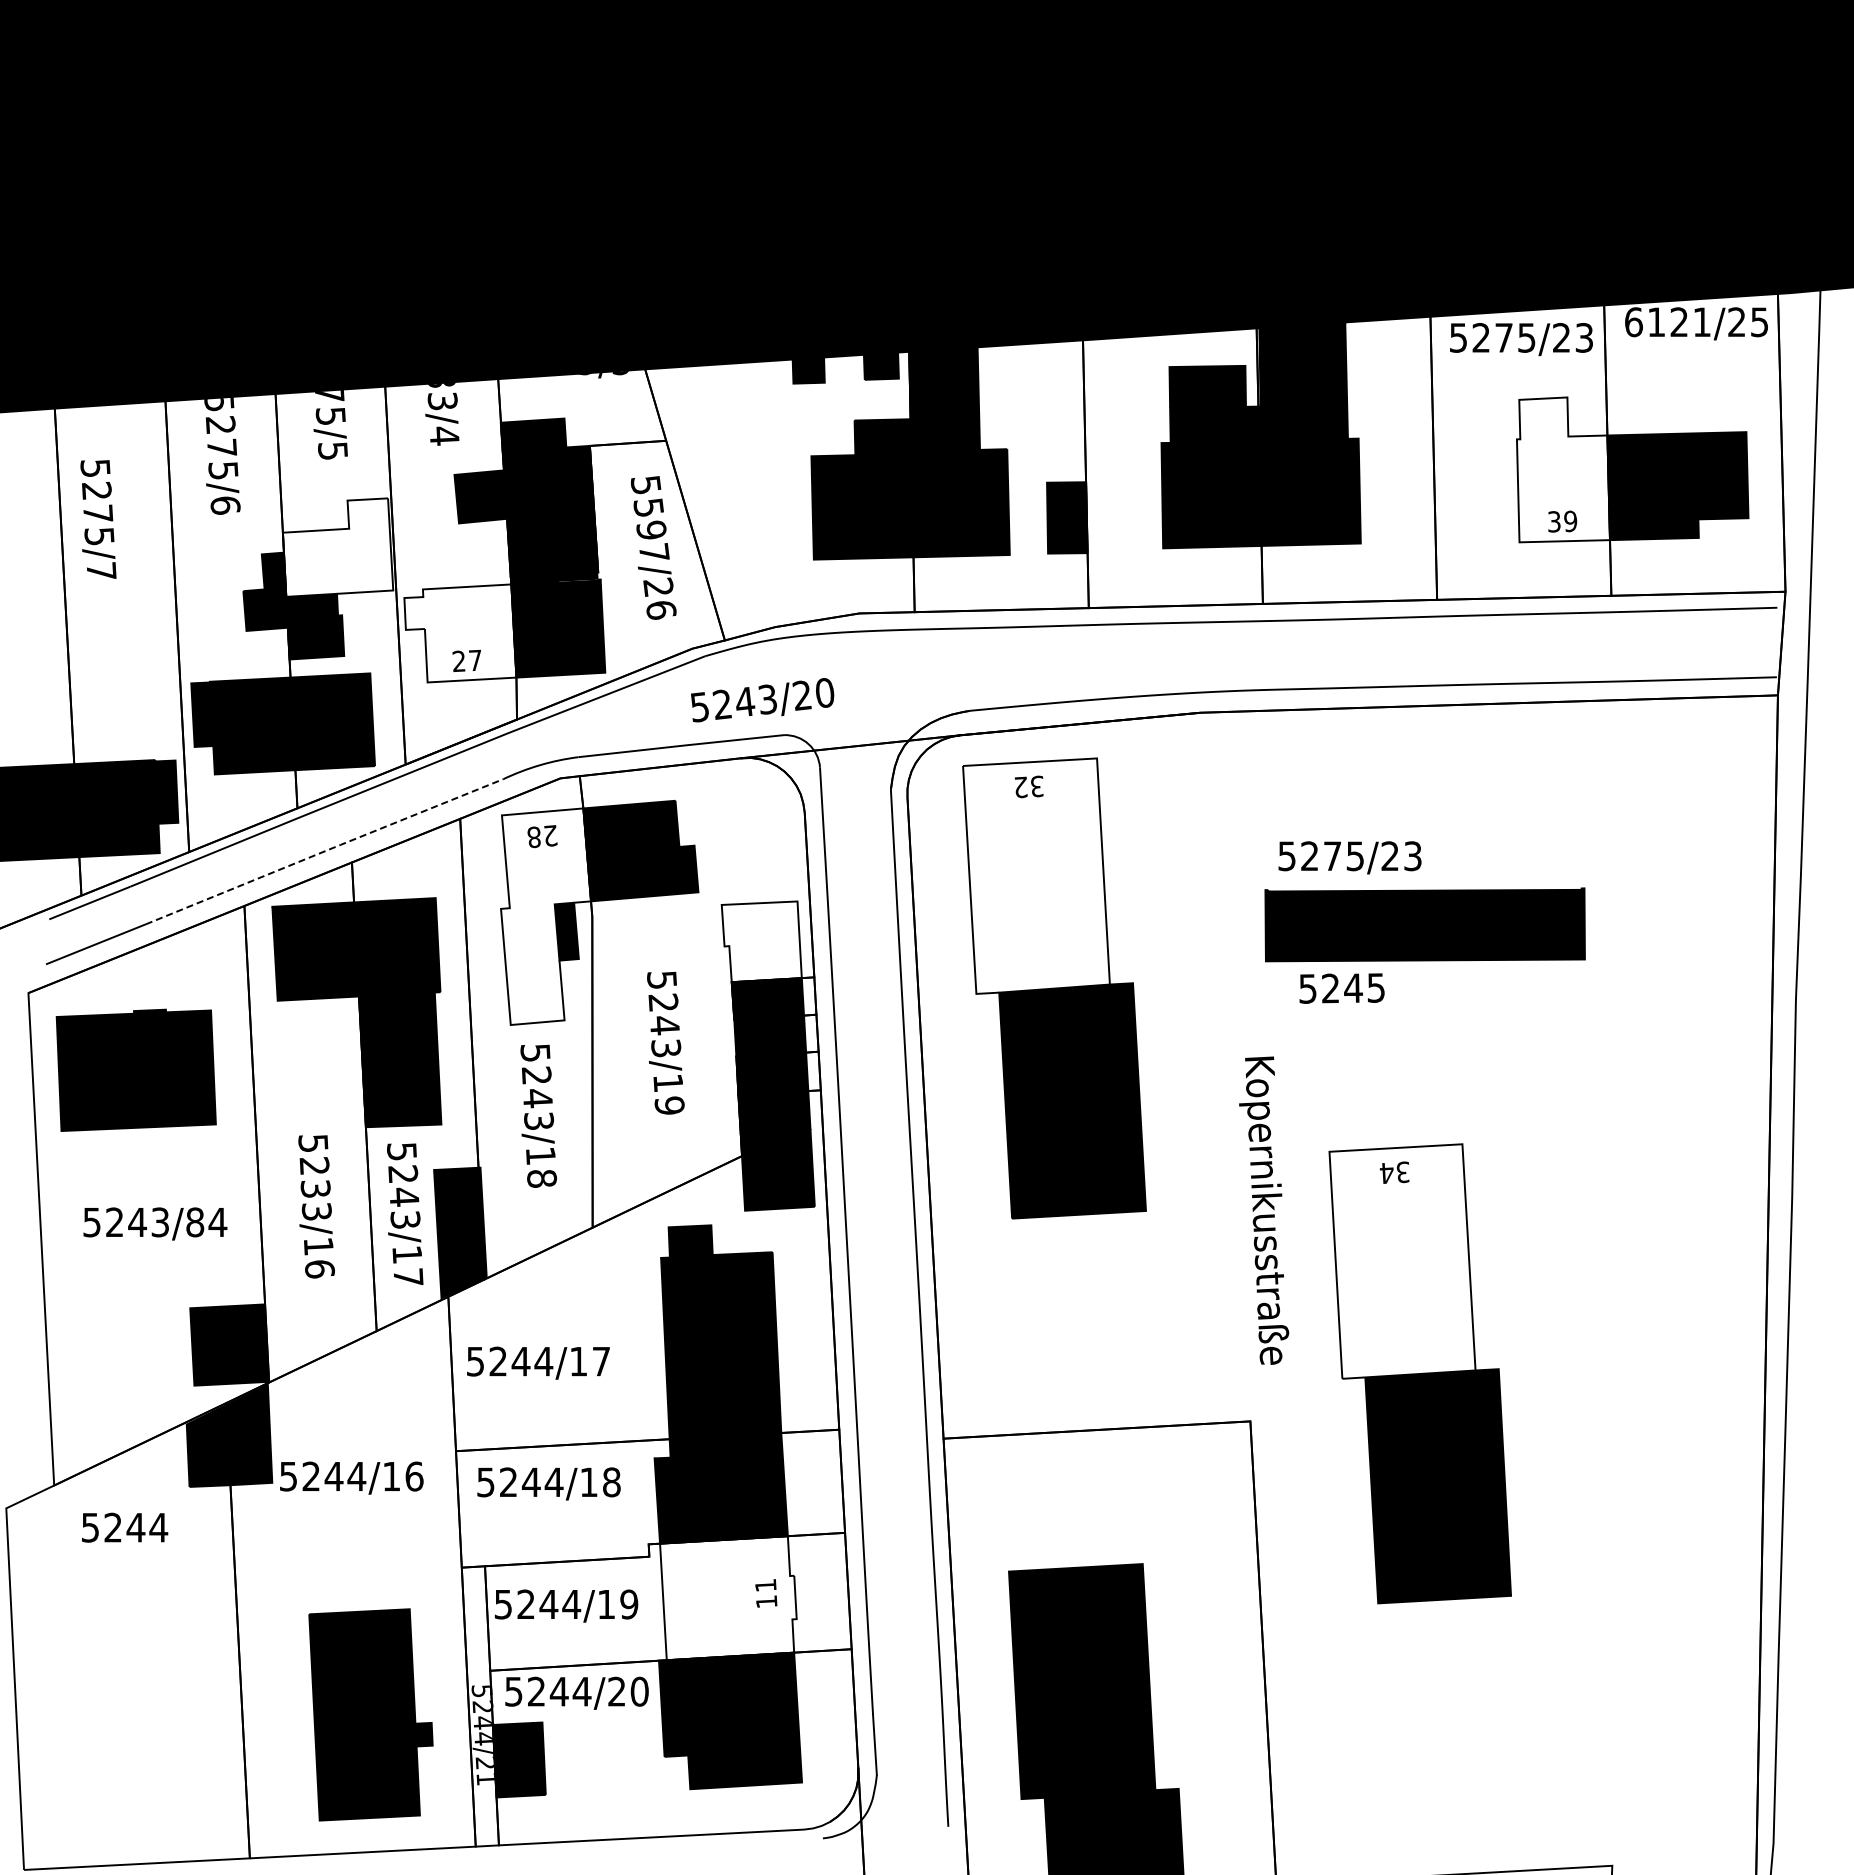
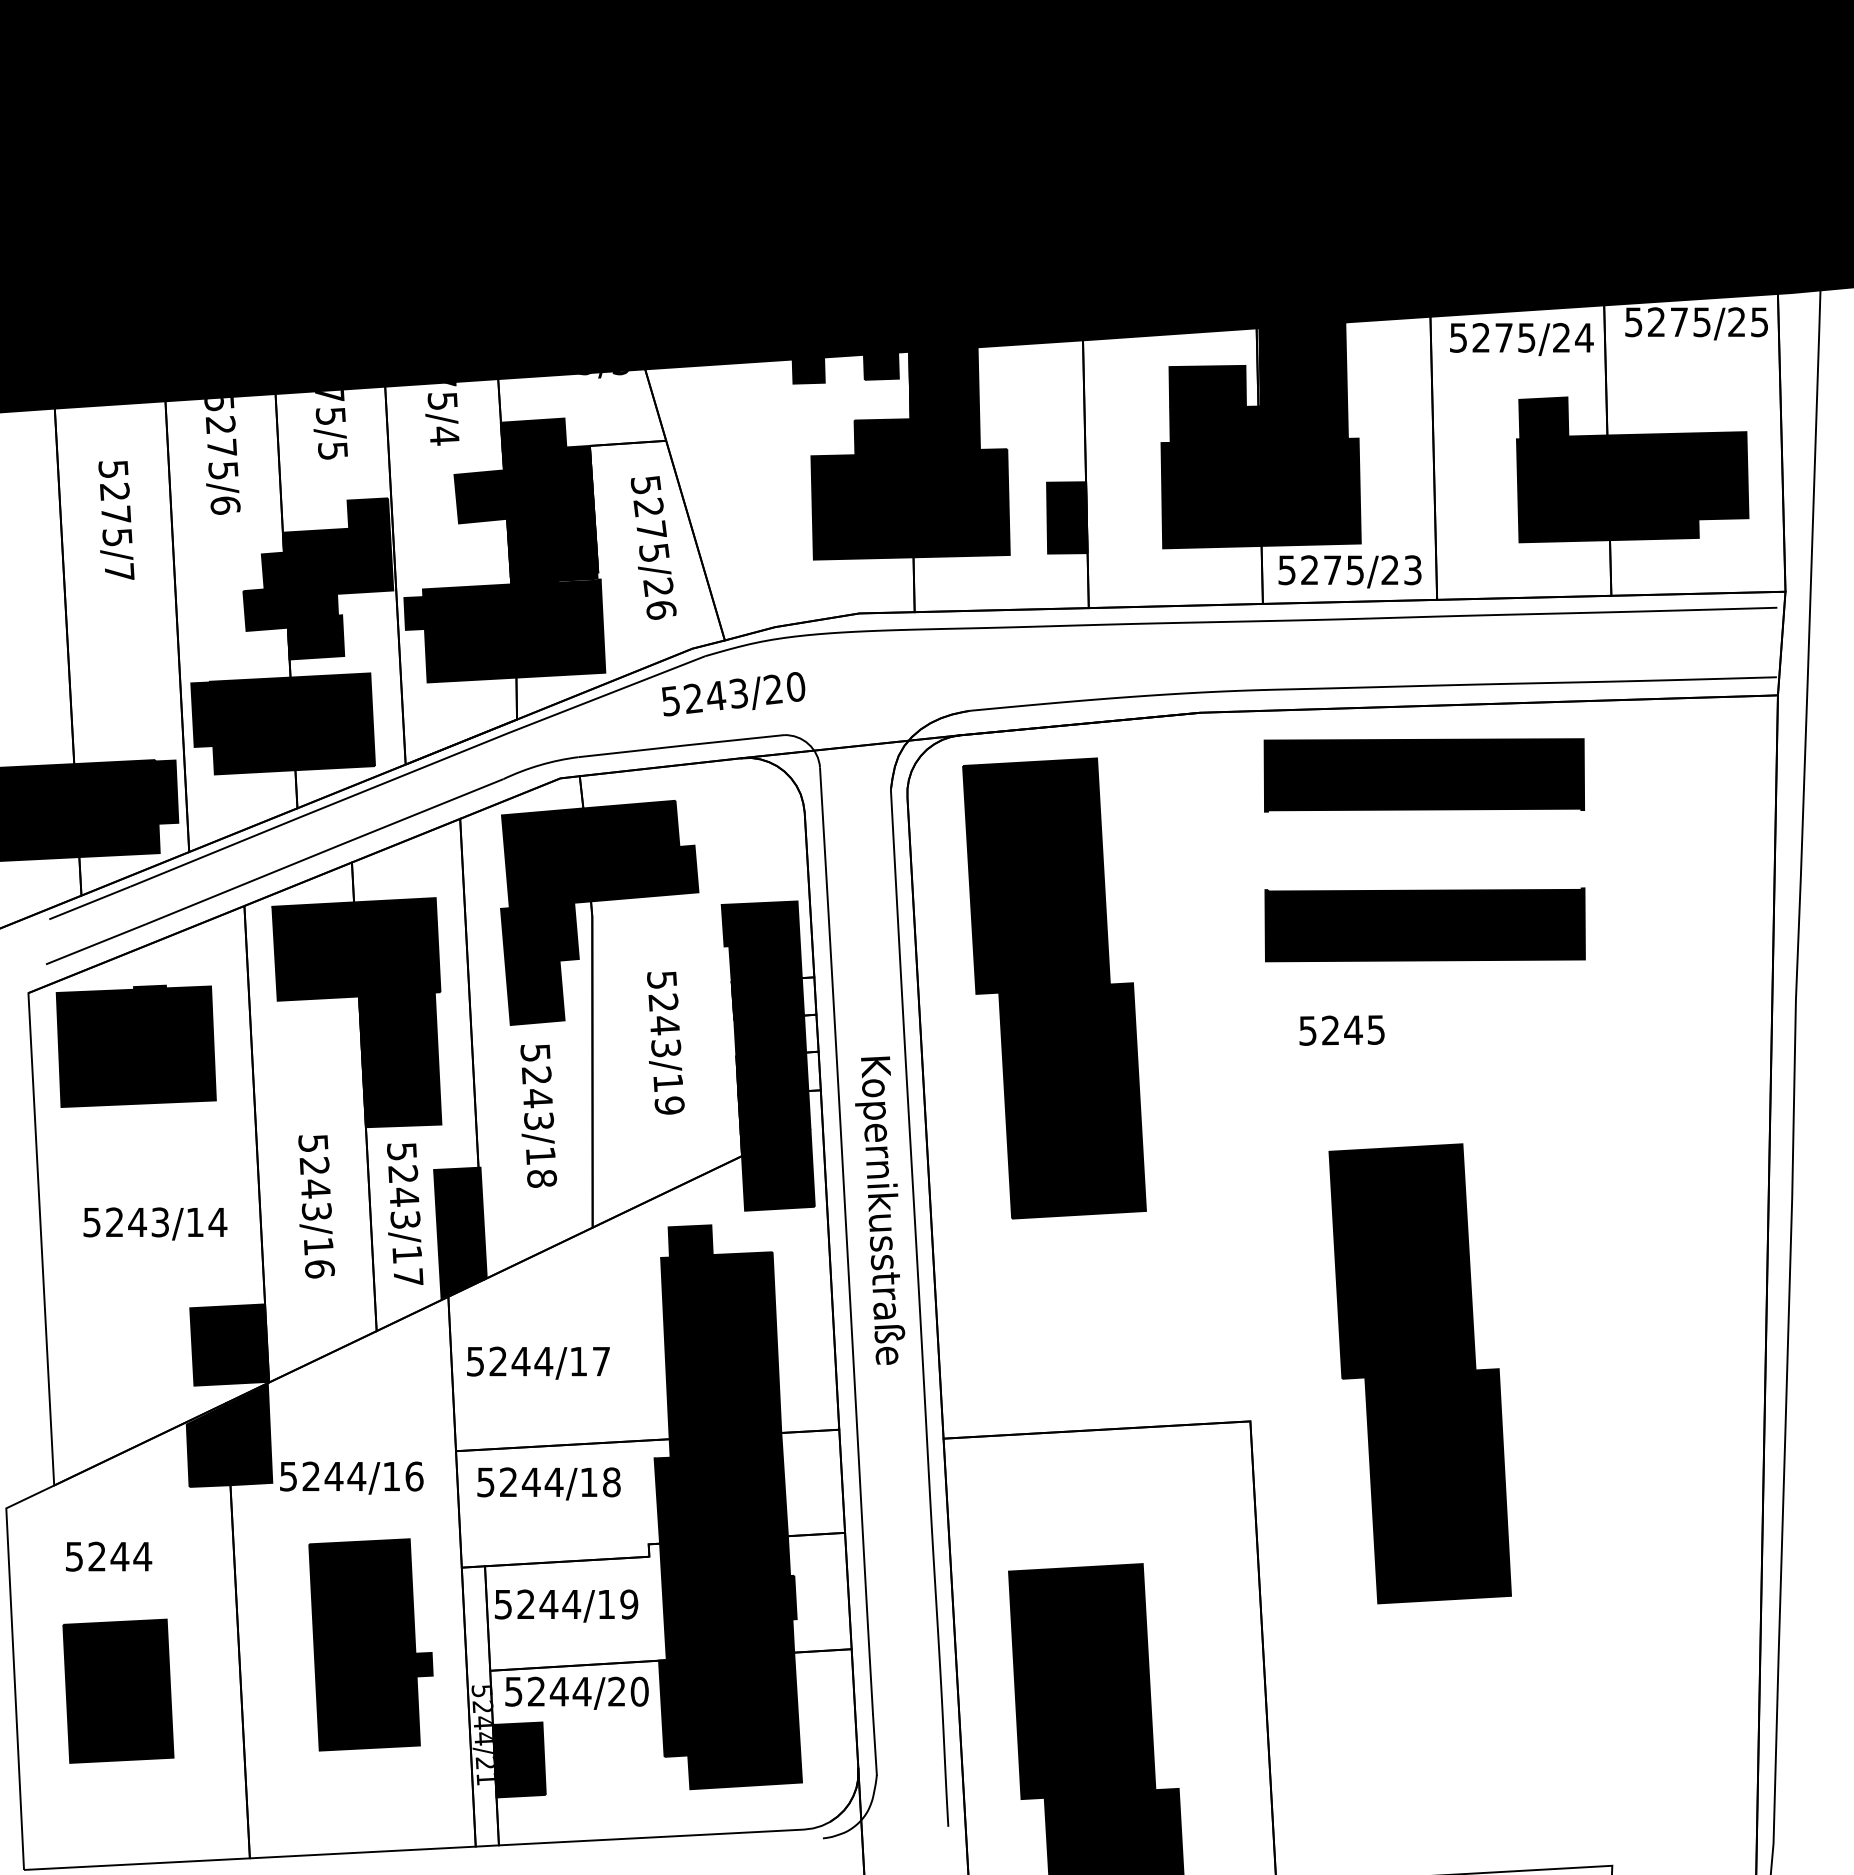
text at (1667, 322): 6121/25 -> 5275/25
text at (1584, 337): 5275/23 -> 5275/24
text at (442, 396): 7783/4 -> 5275/4
fill at (1562, 469): none -> present
text at (98, 519) position: (98, 519) -> (116, 520)
text at (651, 529): 5597/26 -> 5275/26
fill at (337, 547): none -> present
fill at (460, 633): none -> present
text at (762, 700) position: (762, 700) -> (733, 694)
part at (1423, 775): none -> present
line at (325, 851): dashed -> solid
text at (1349, 857) position: (1349, 857) -> (1349, 571)
fill at (1036, 875): none -> present
fill at (546, 916): none -> present
fill at (761, 941): none -> present
text at (1341, 988) position: (1341, 988) -> (1341, 1030)
part at (135, 1069) position: (135, 1069) -> (135, 1045)
text at (315, 1188): 5233/16 -> 5243/16
text at (1264, 1210) position: (1264, 1210) -> (880, 1210)
text at (195, 1222): 5243/84 -> 5243/14
fill at (1402, 1261): none -> present
text at (125, 1527) position: (125, 1527) -> (109, 1556)
fill at (728, 1598): none -> present
part at (118, 1690): none -> present
part at (370, 1714) position: (370, 1714) -> (370, 1644)
